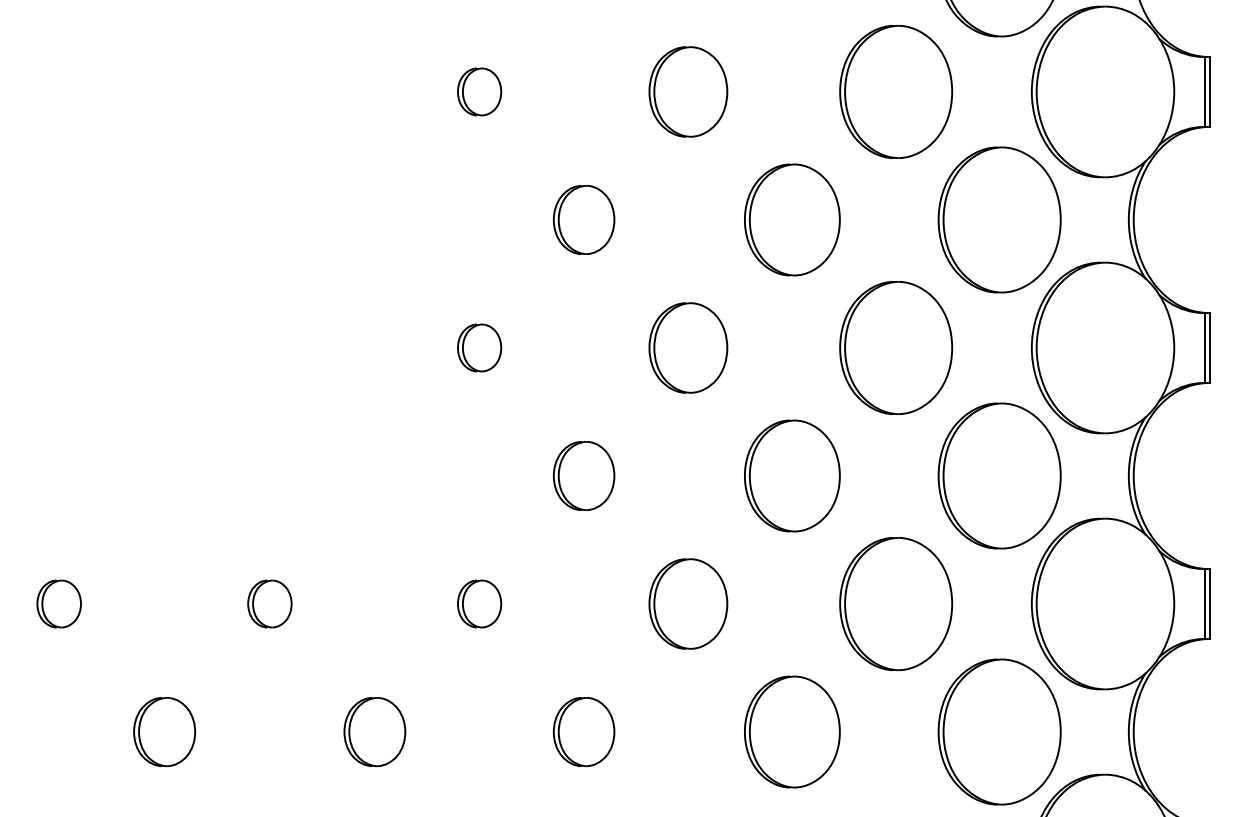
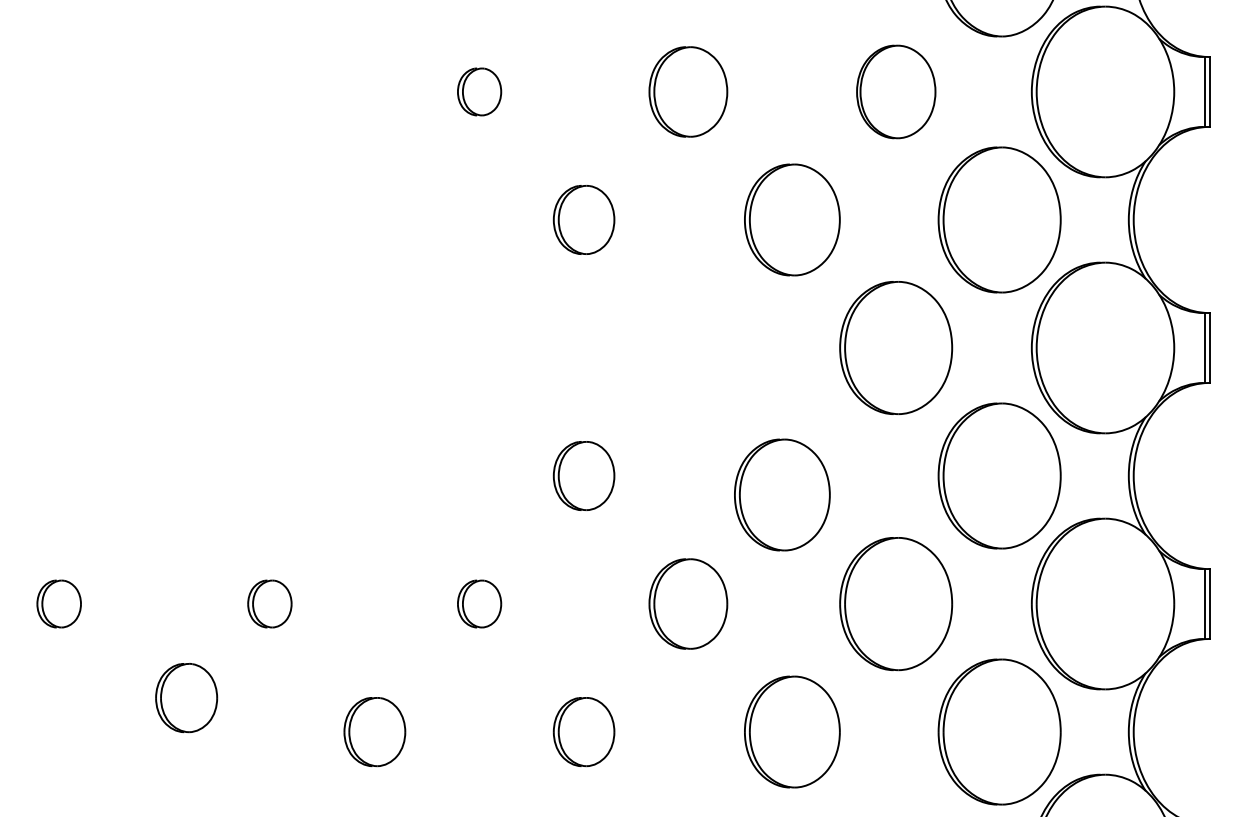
part at (896, 91) size: 115x134 px -> 81x96 px
part at (479, 347): present -> none
part at (688, 347): present -> none
part at (792, 475) position: (792, 475) -> (782, 494)
part at (164, 732) position: (164, 732) -> (186, 698)
